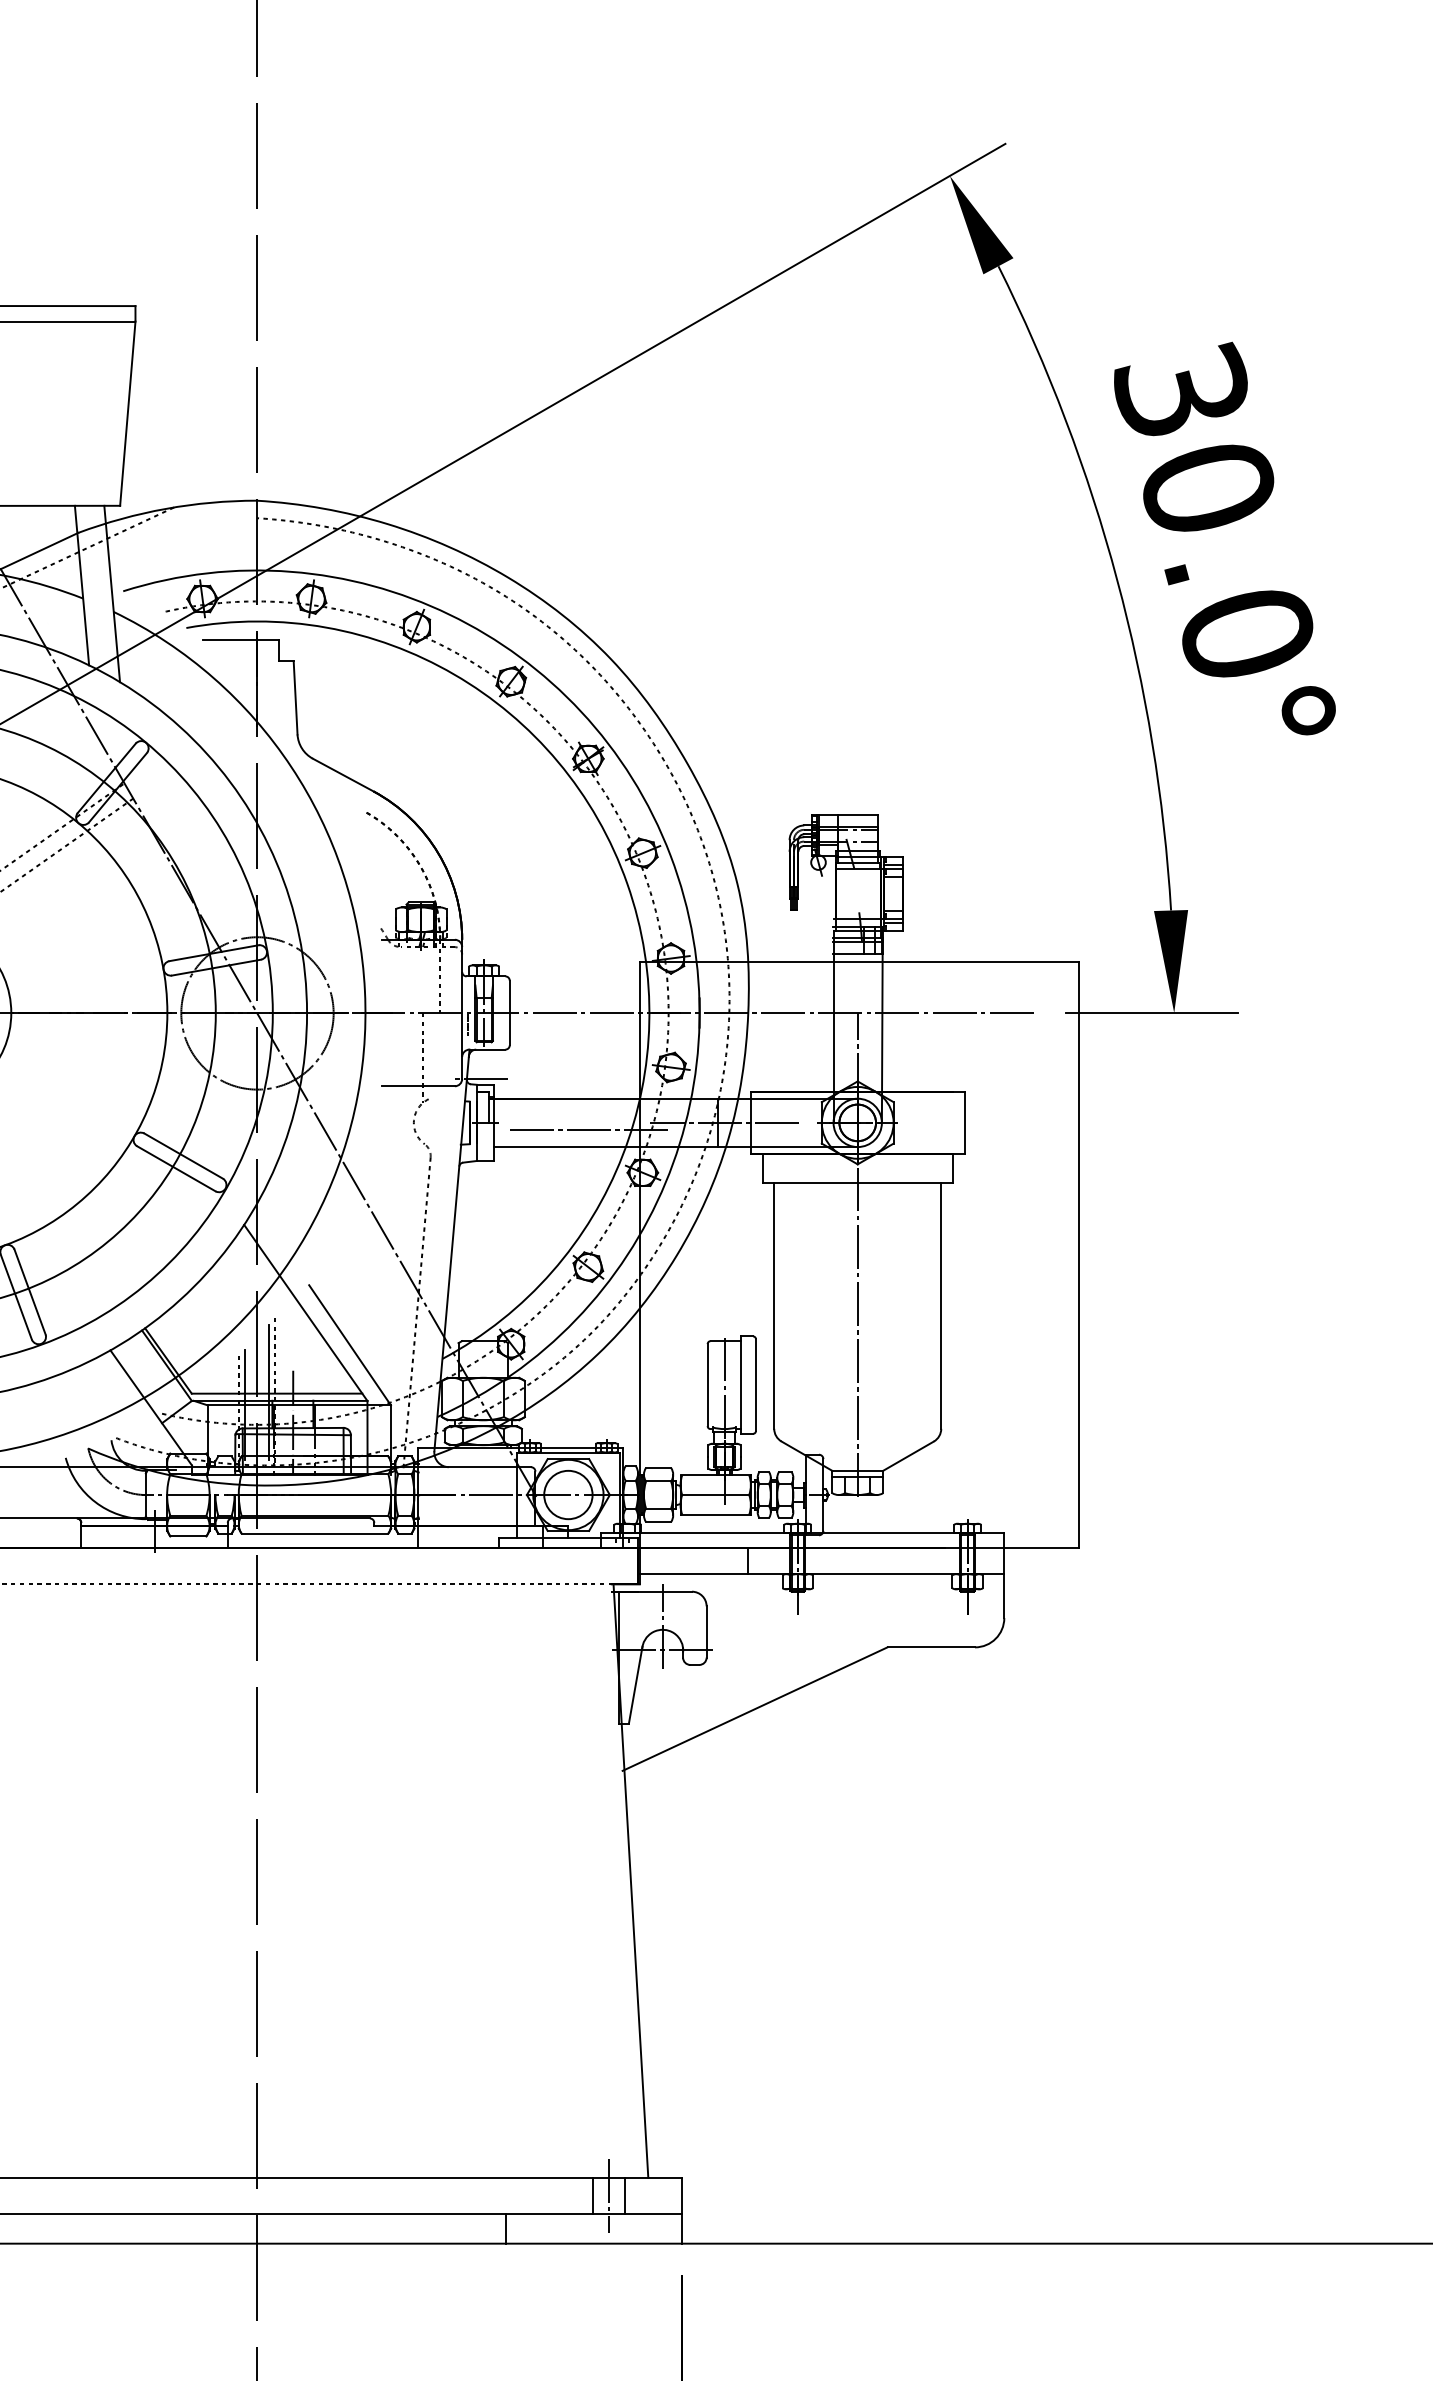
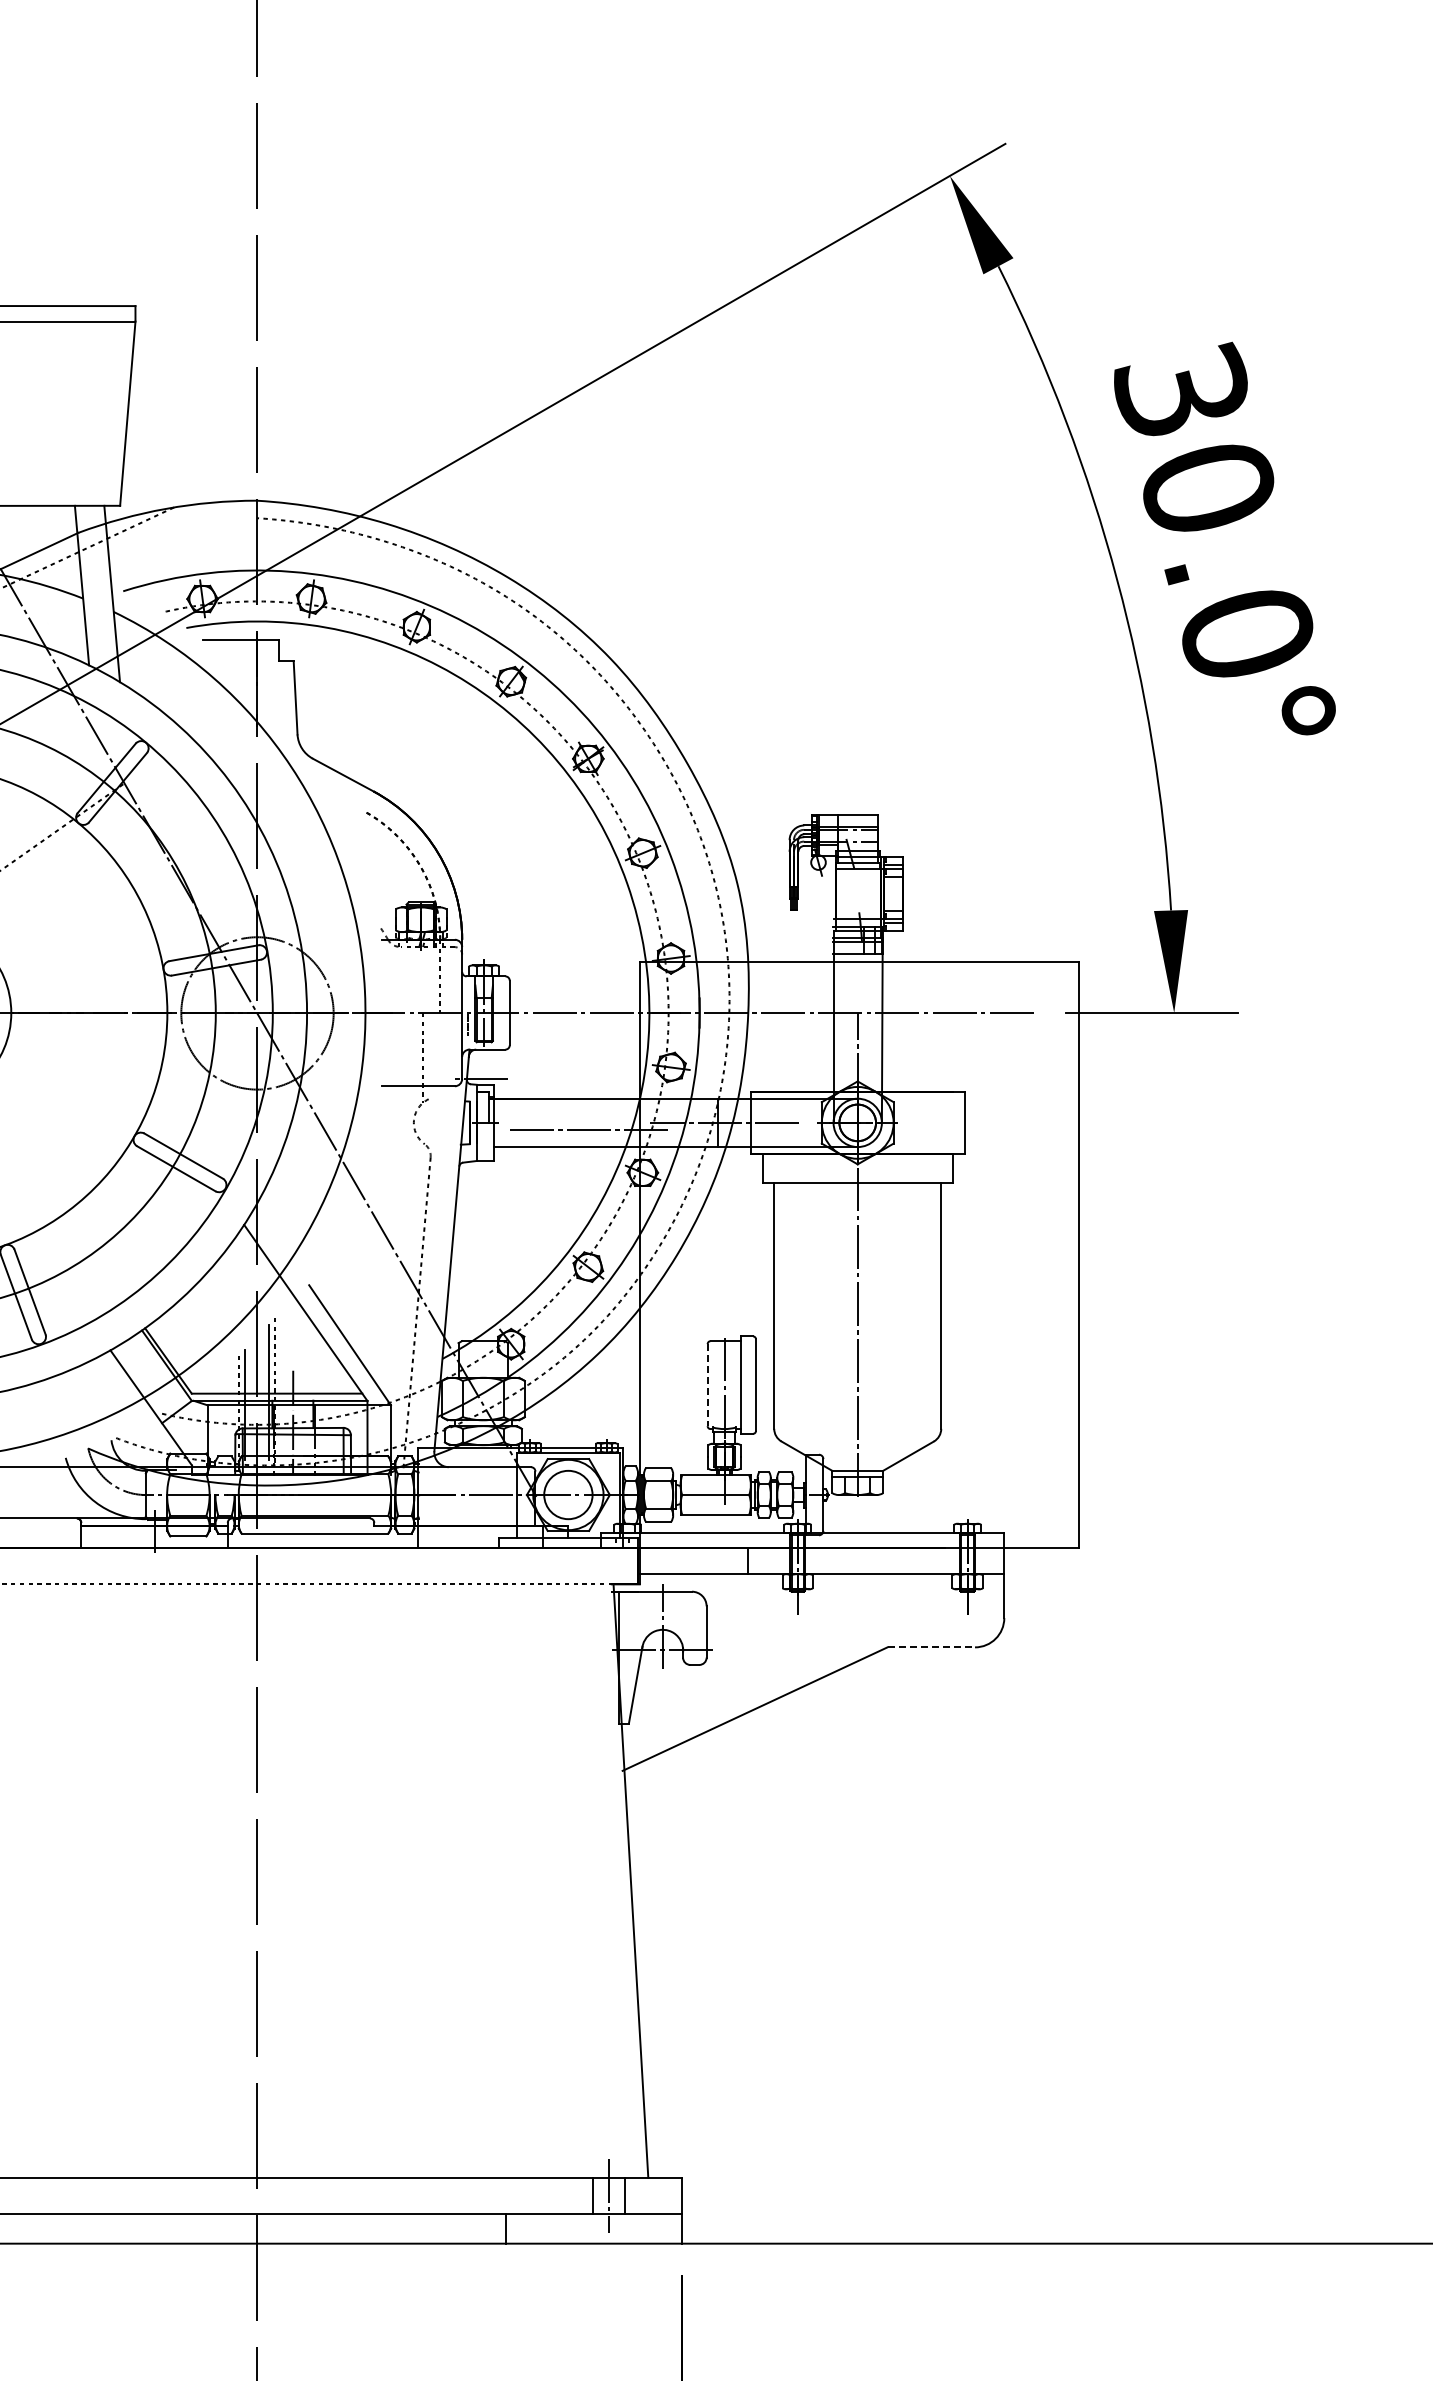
line at (67, 844): present -> none
line at (707, 1385): solid -> dashed
line at (931, 1647): solid -> dashed
